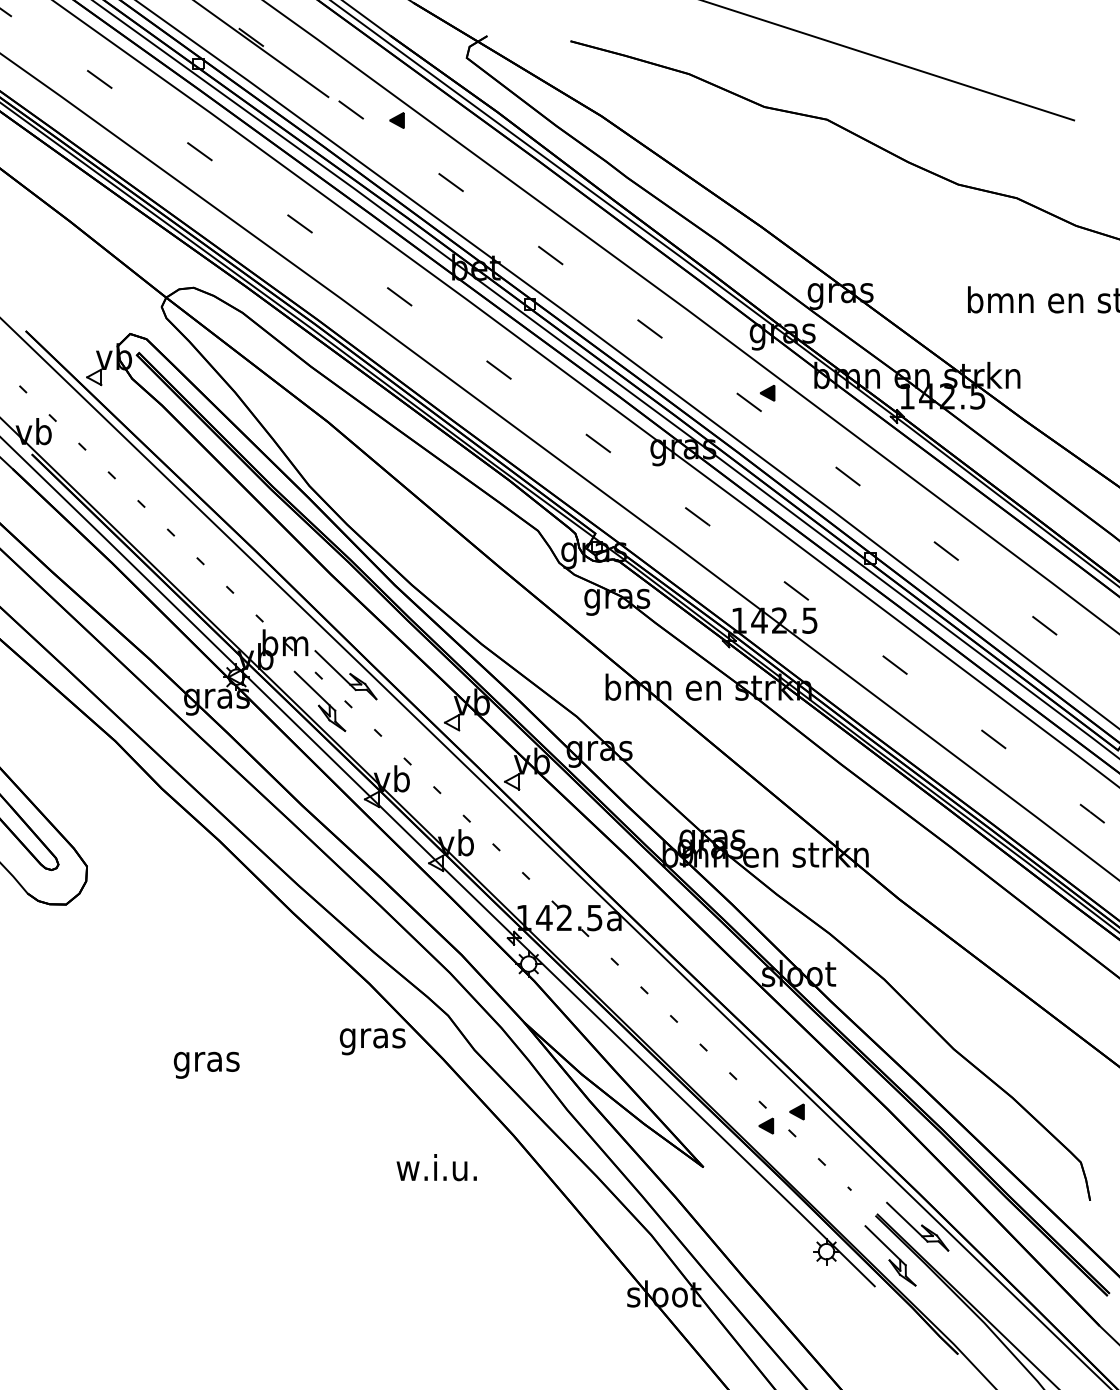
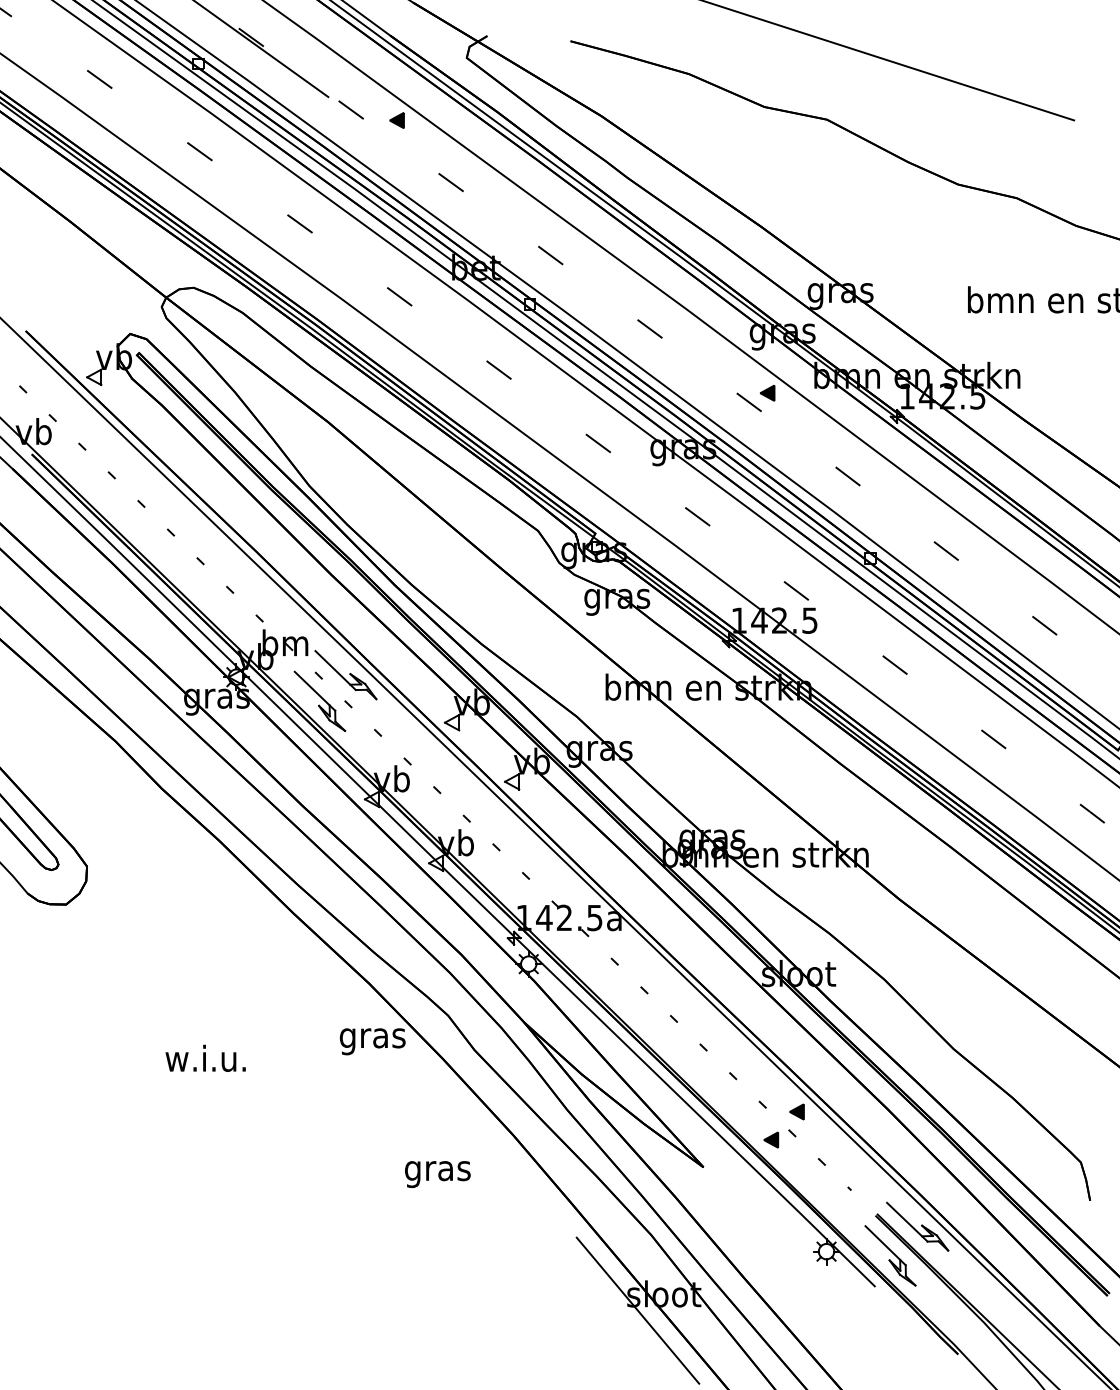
text at (205, 1061): gras -> w.i.u.
part at (766, 1125) position: (766, 1125) -> (771, 1139)
text at (436, 1171): w.i.u. -> gras
line at (637, 1310): none -> present
